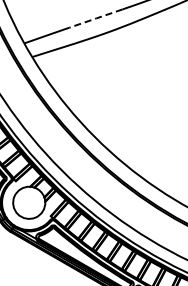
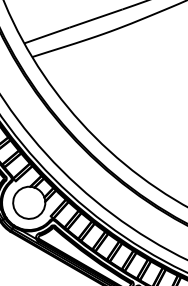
line at (96, 18): dashed -> solid
